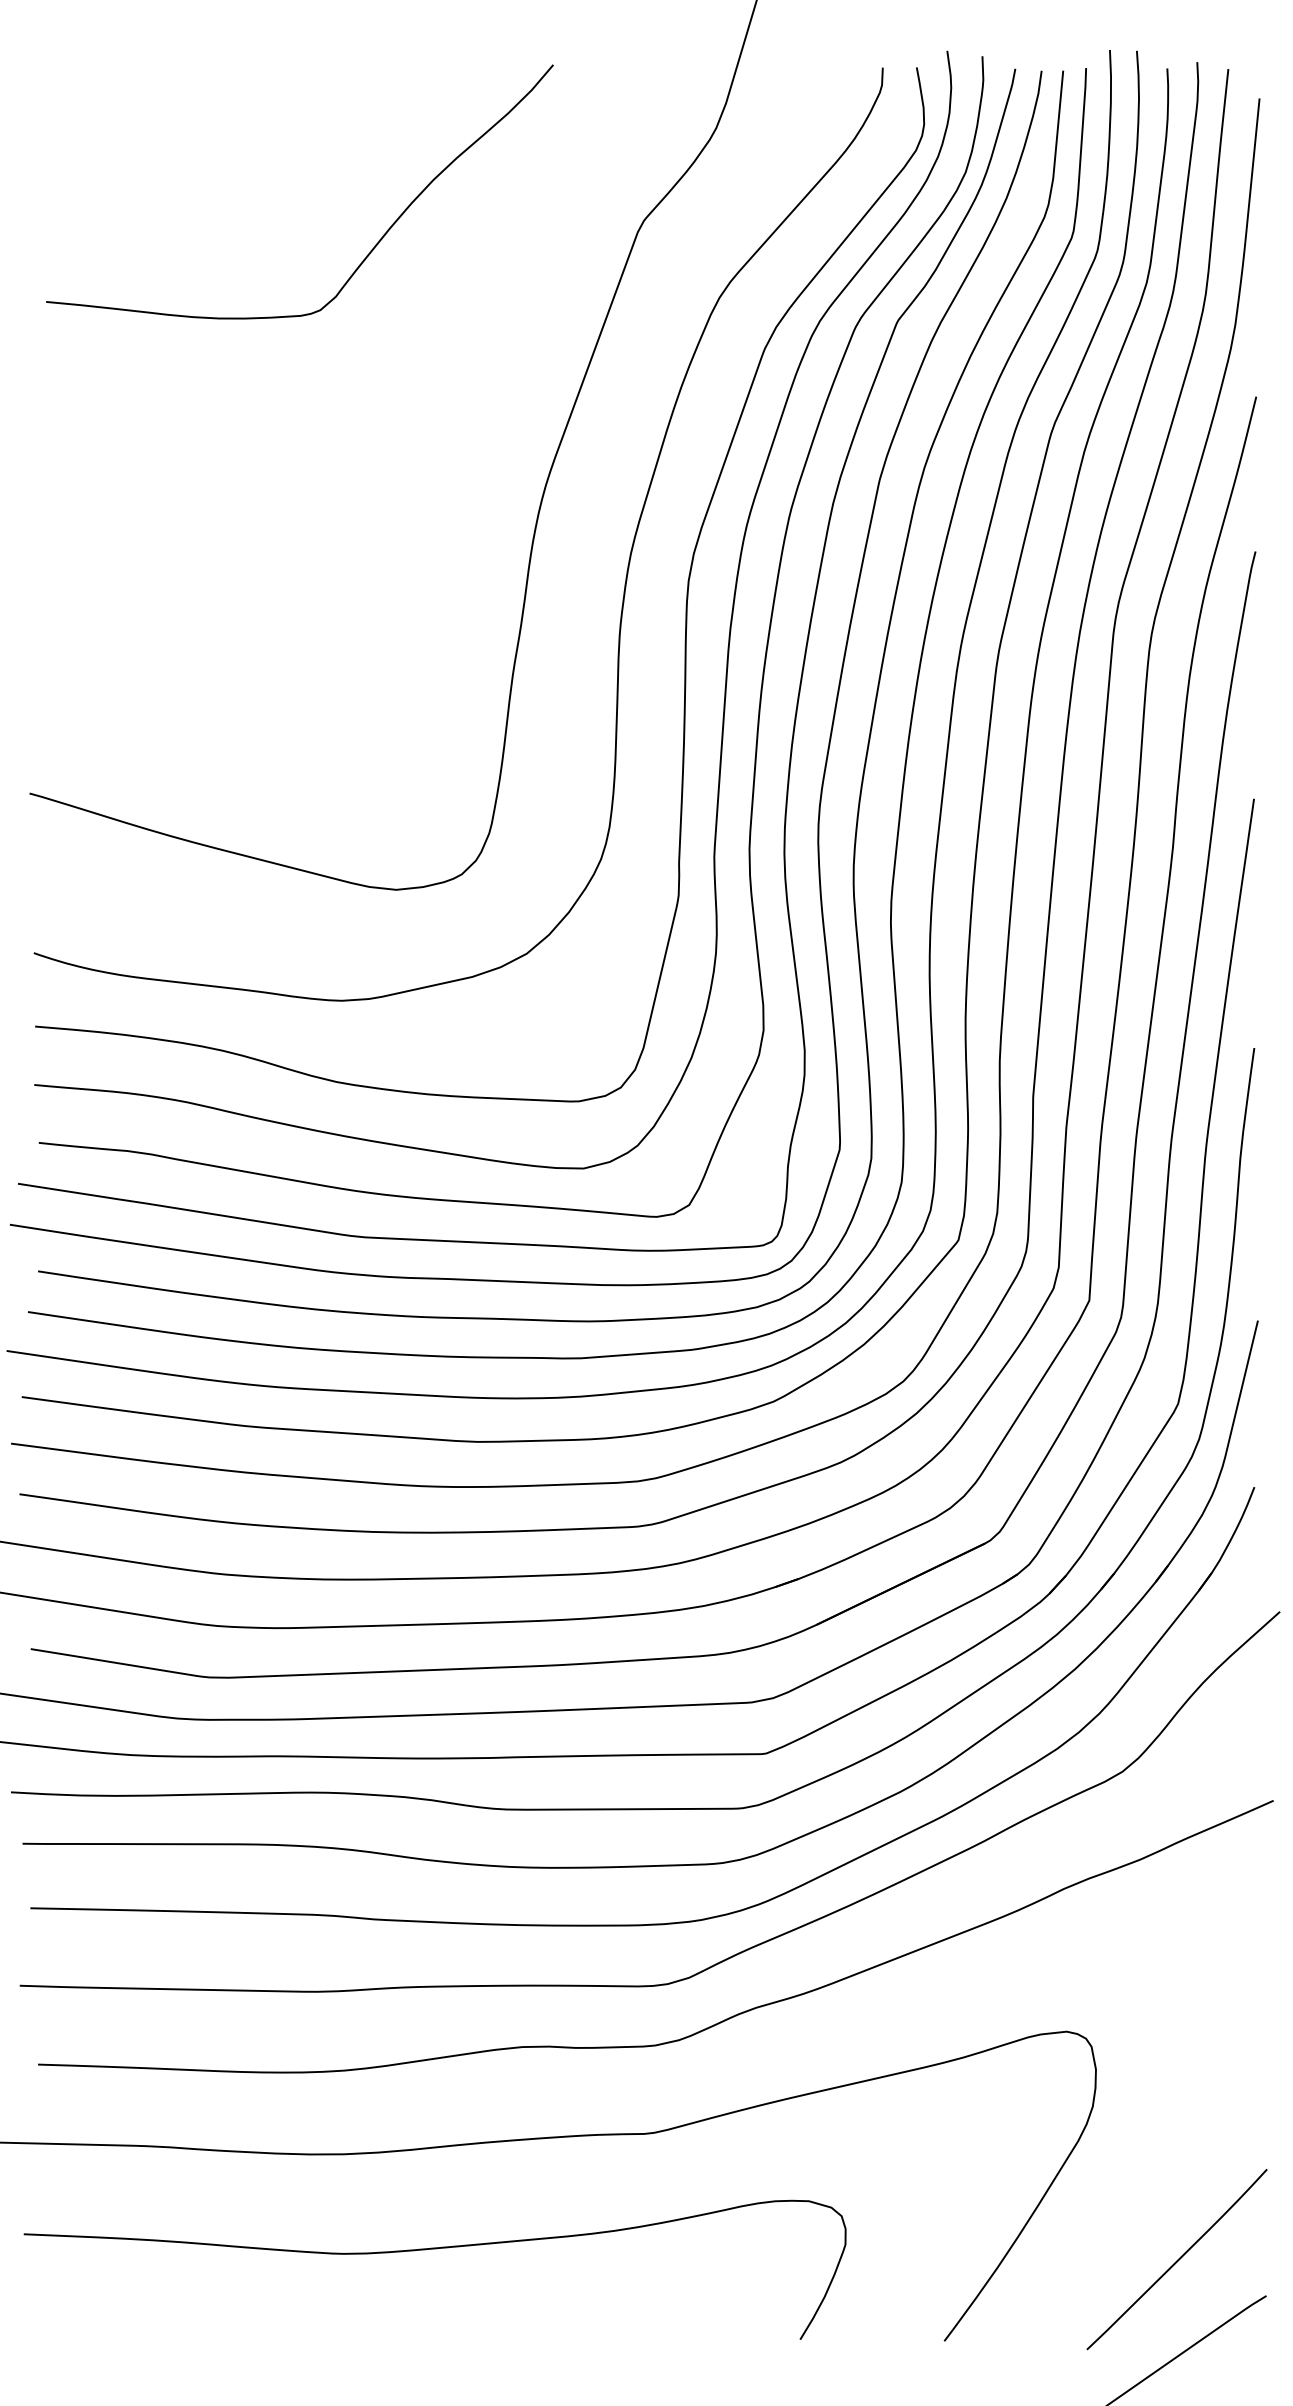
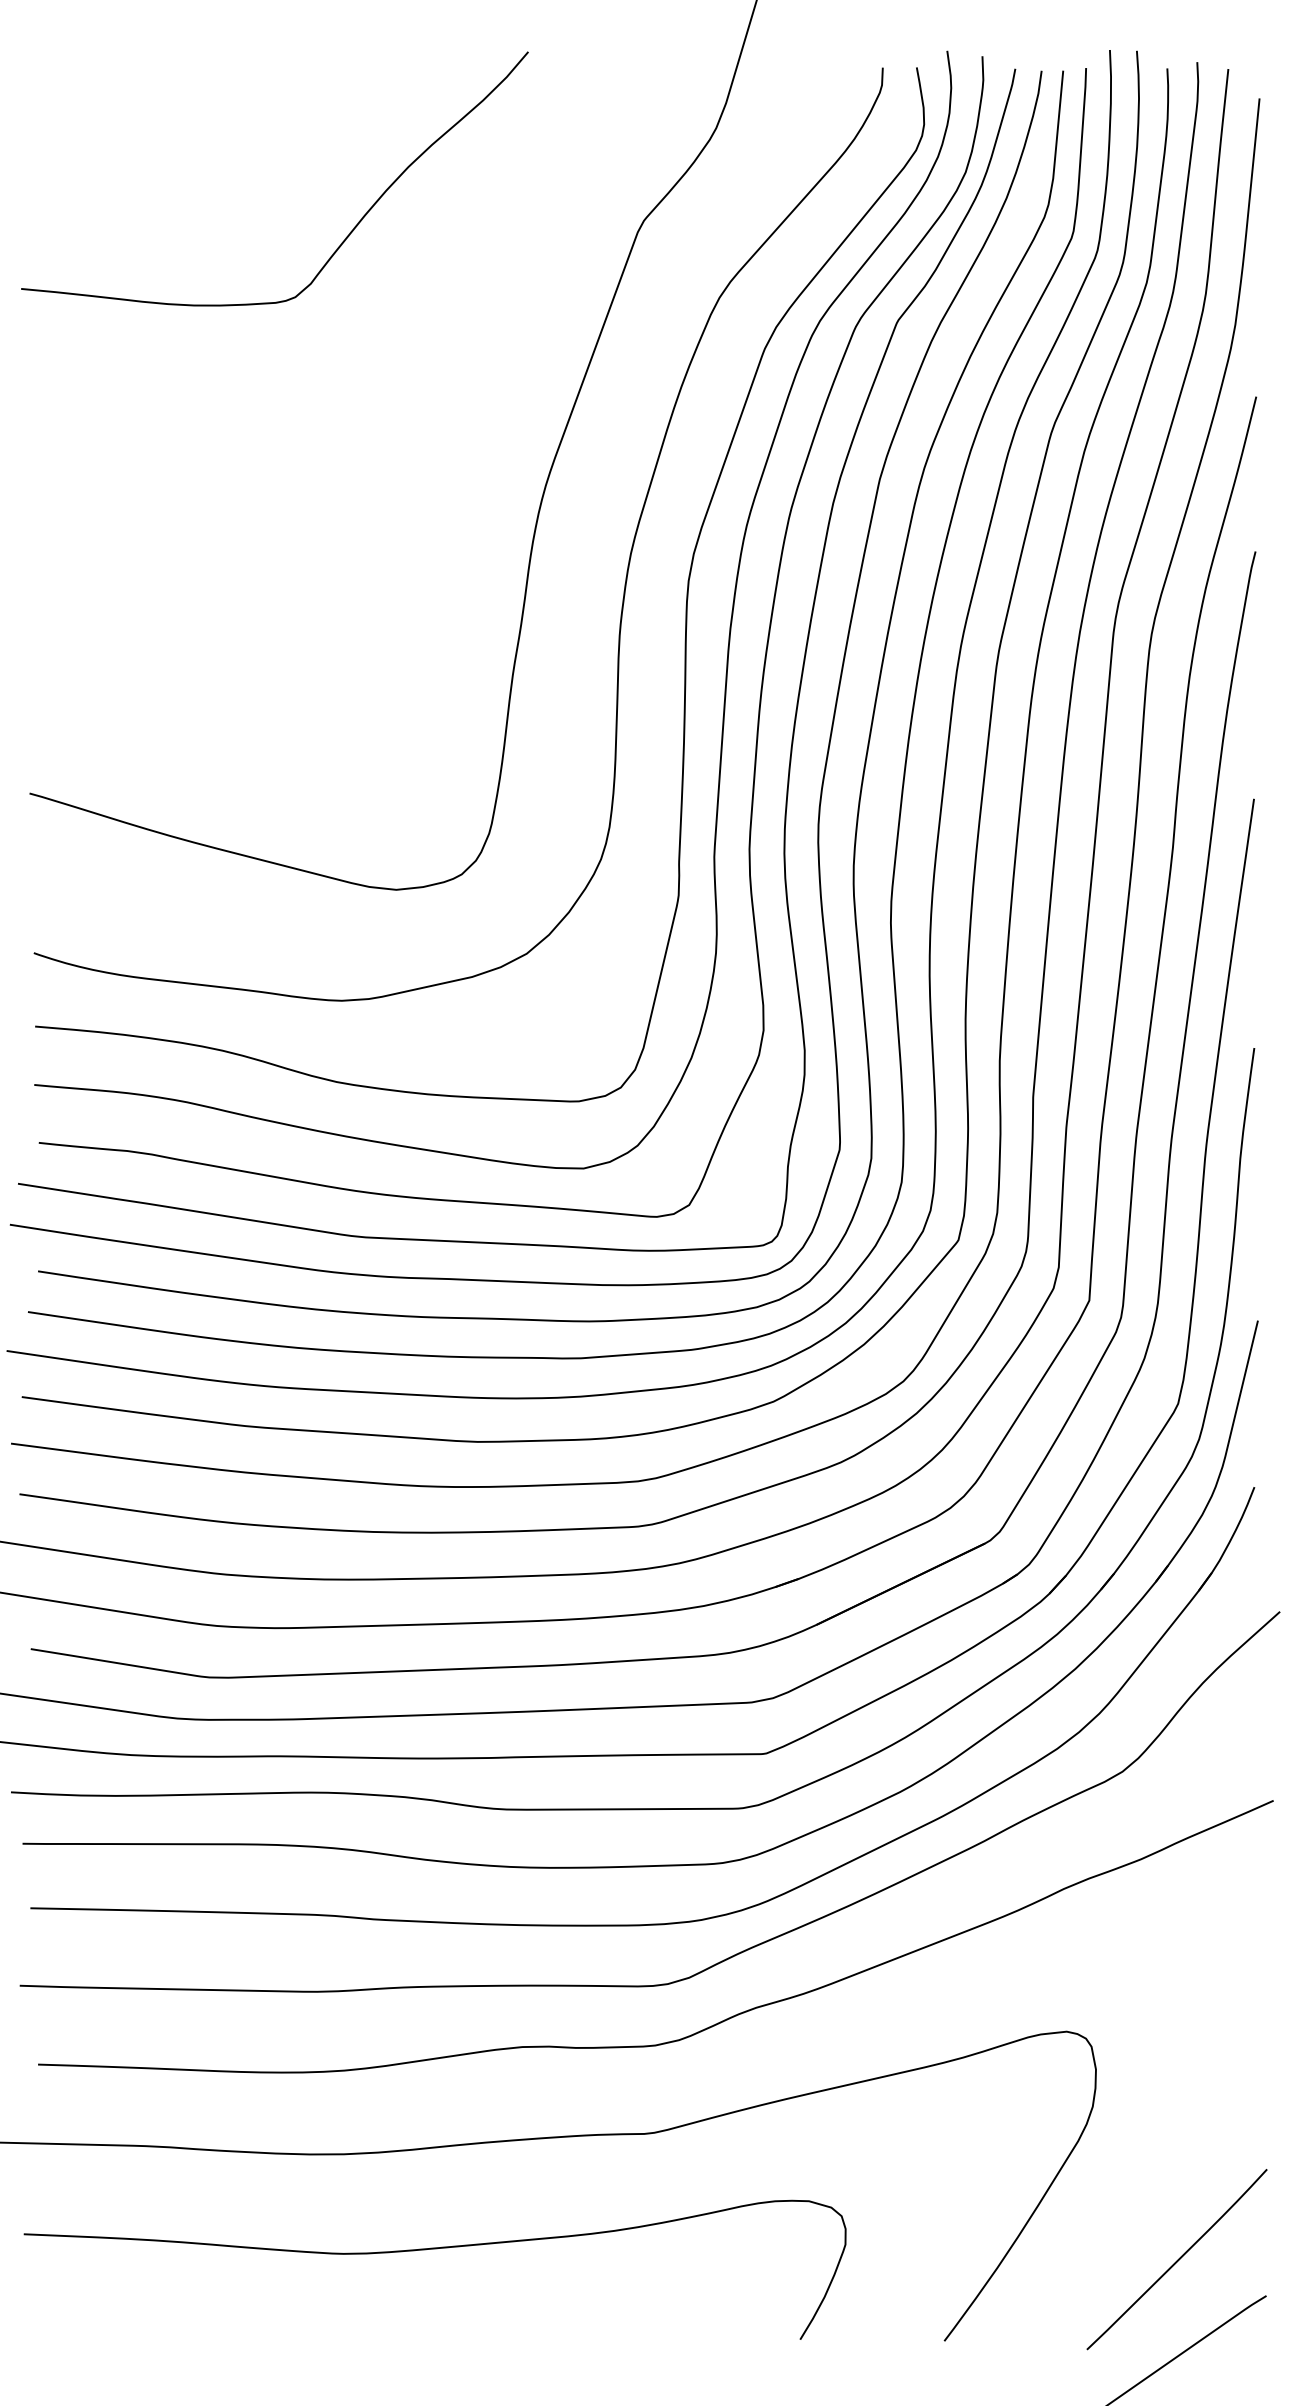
curve at (370, 250) position: (370, 250) -> (345, 237)
